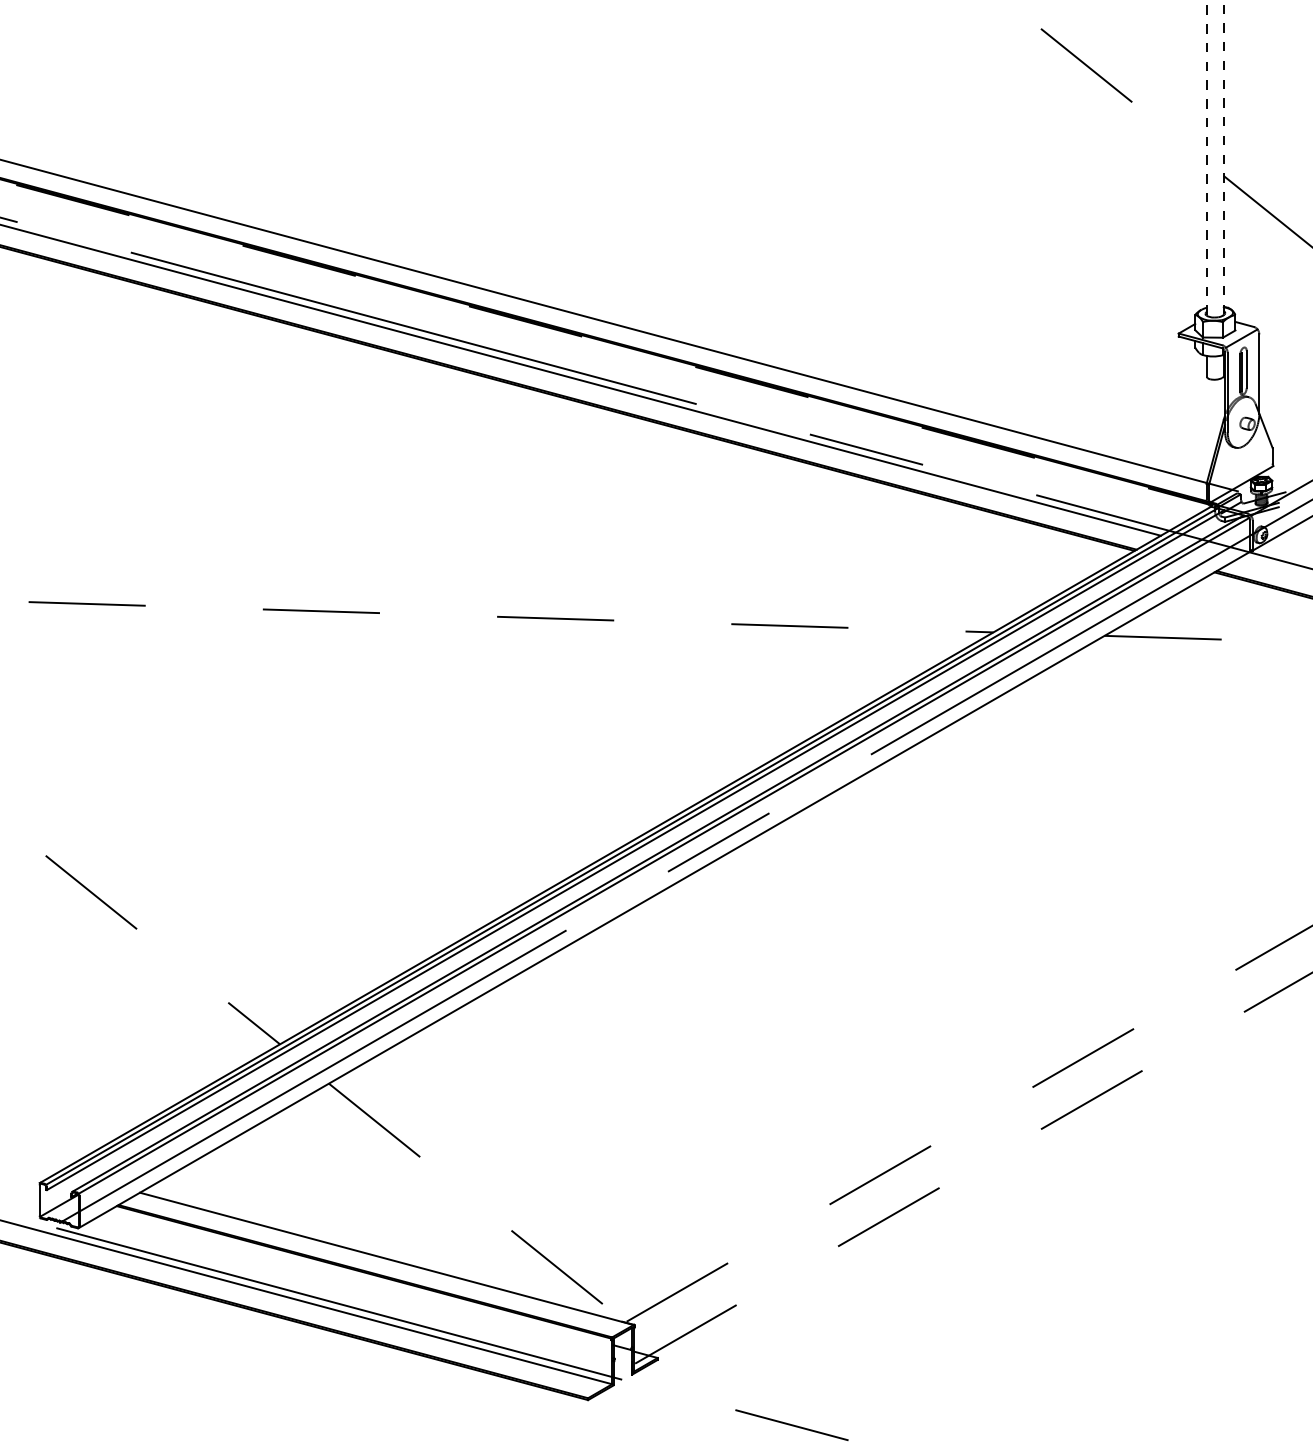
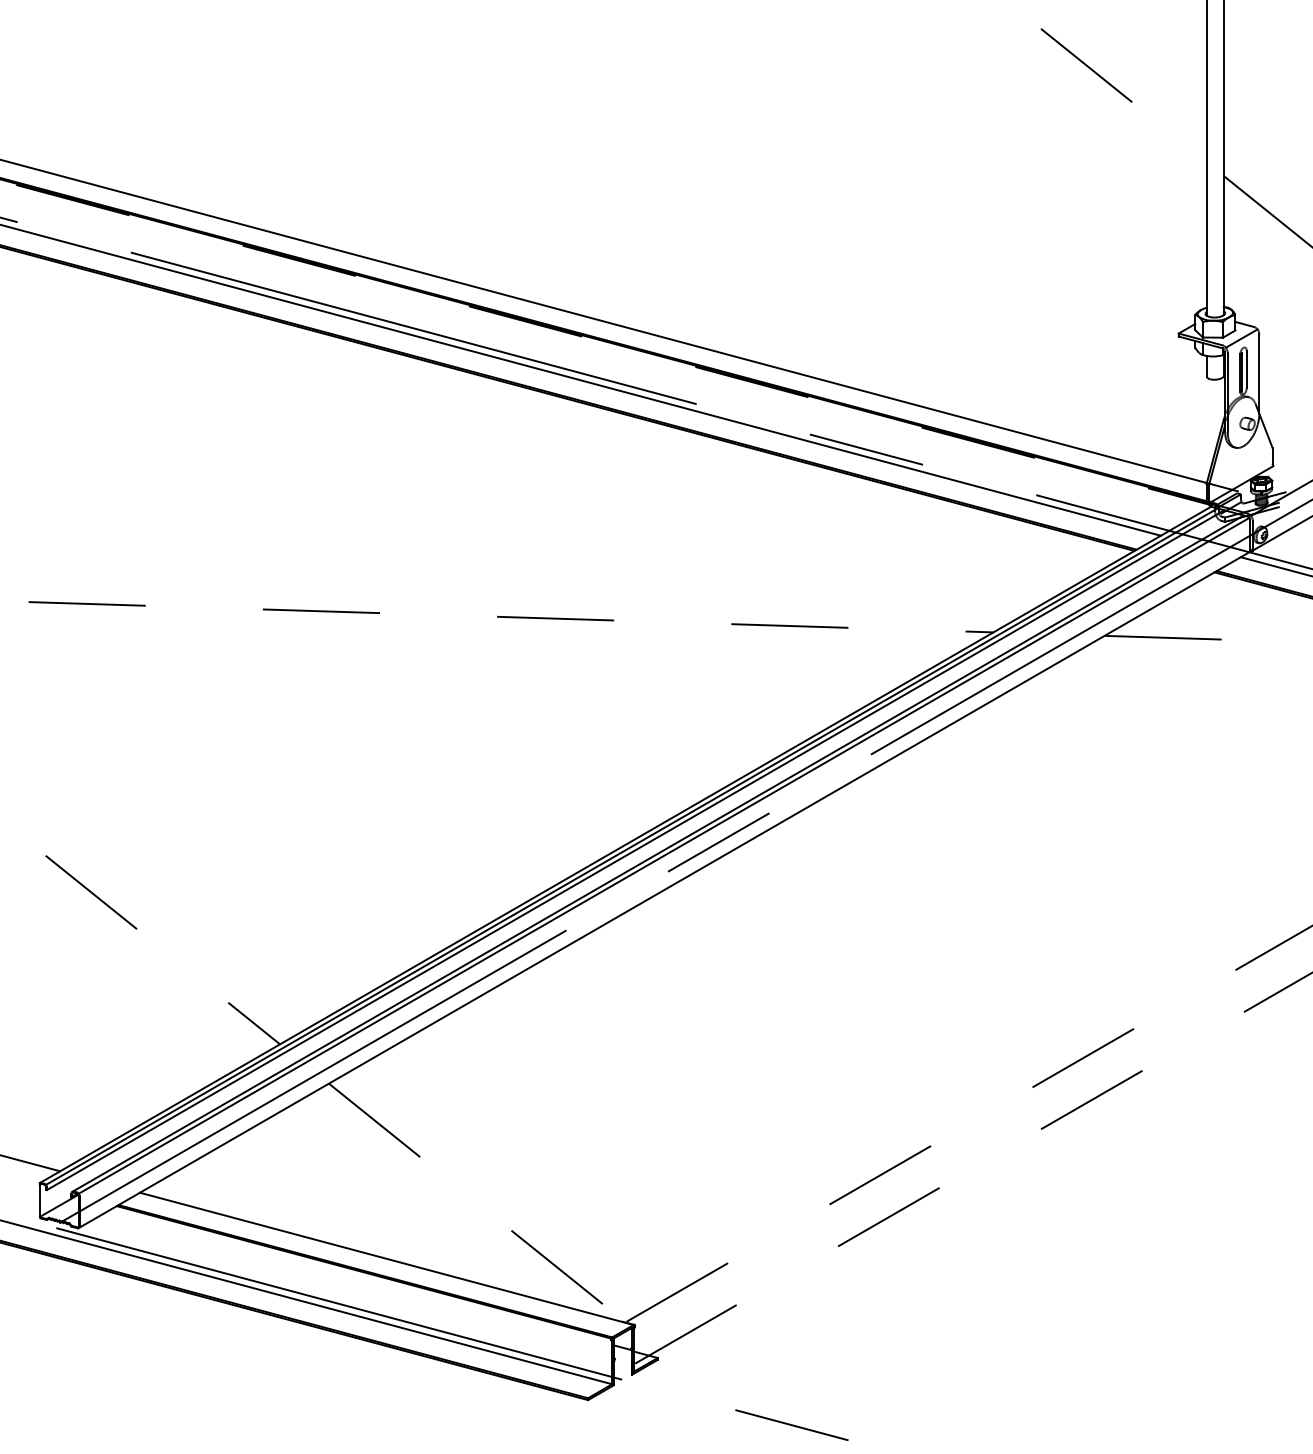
line at (1206, 158): dashed -> solid
line at (1223, 158): dashed -> solid
line at (1274, 566): none -> present
line at (31, 1163): none -> present
